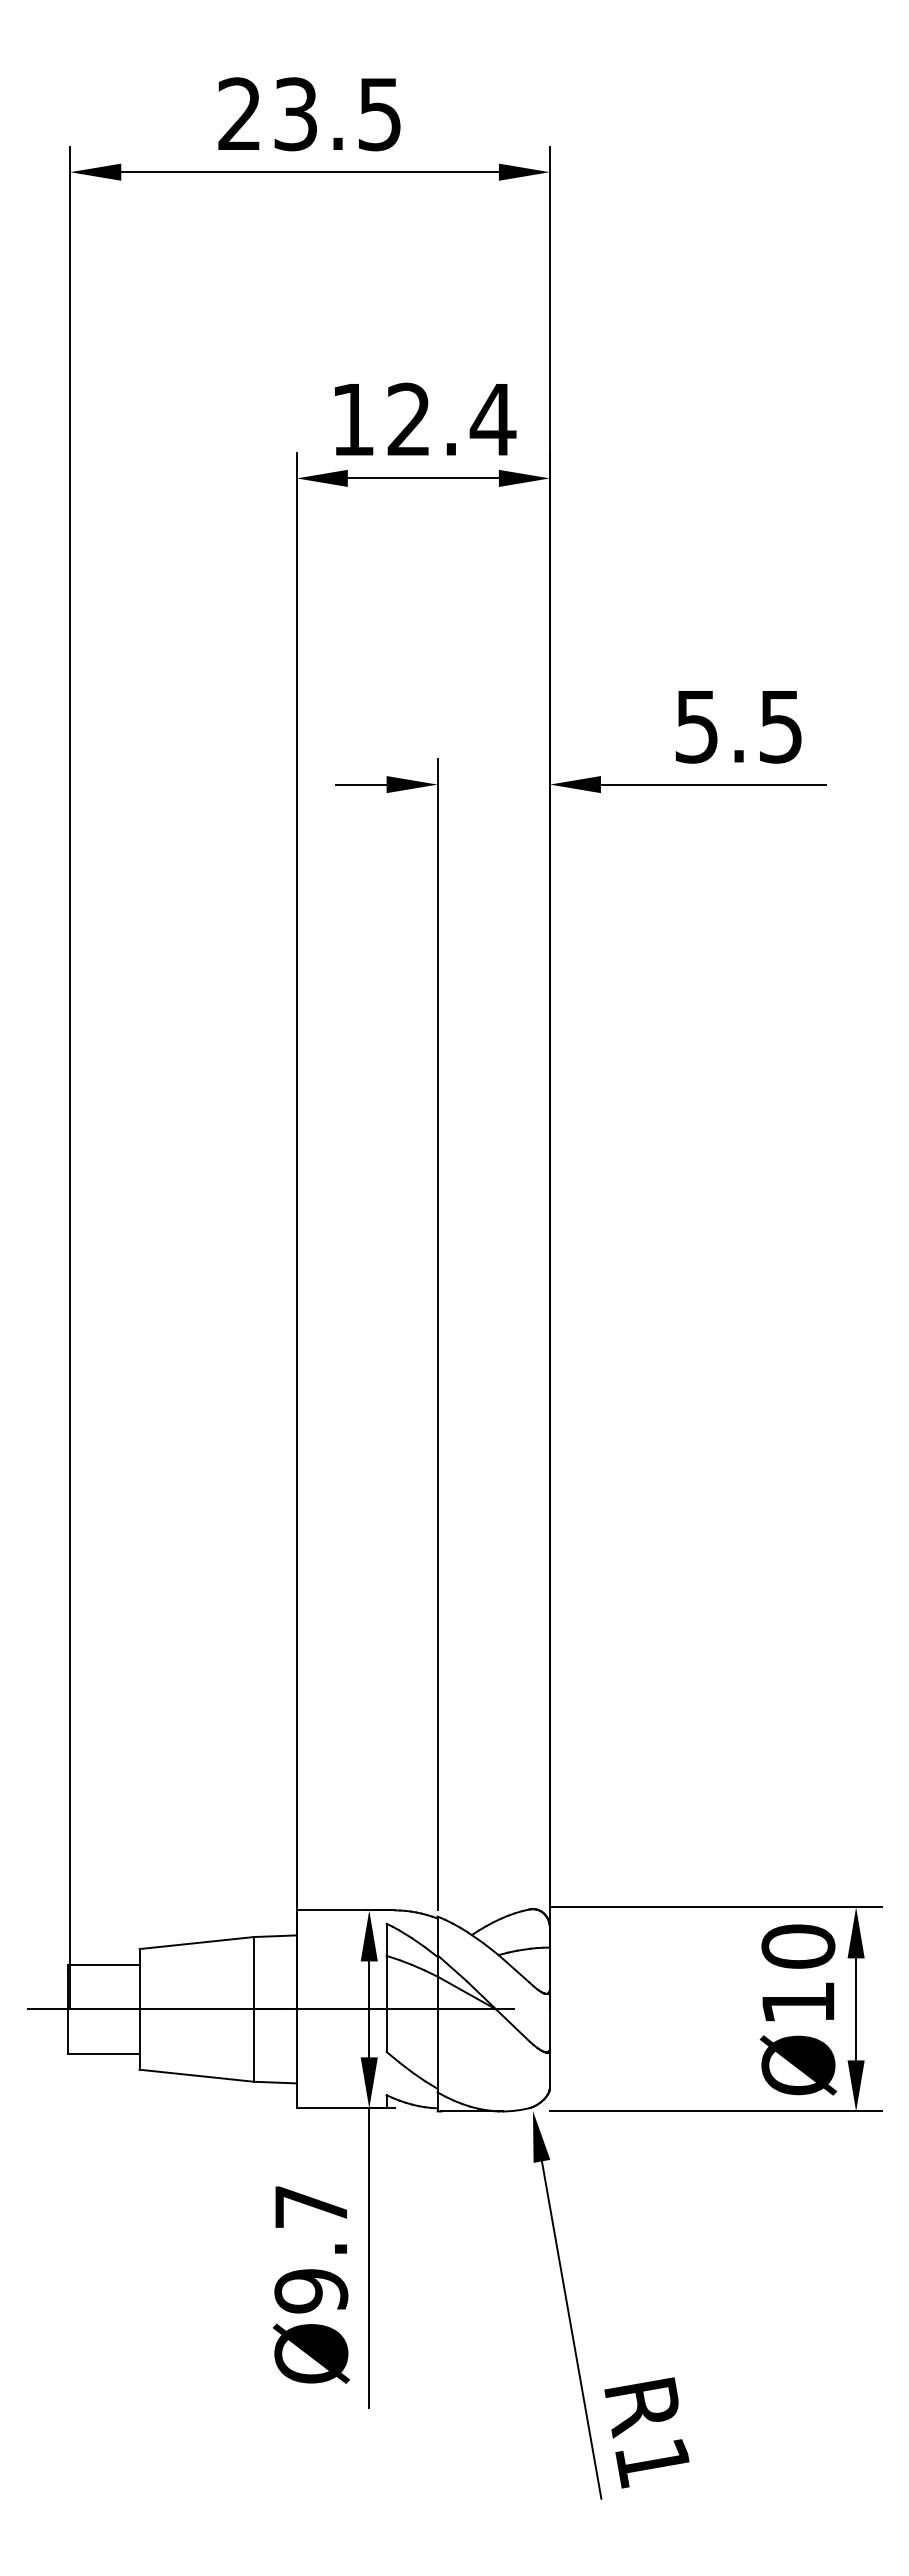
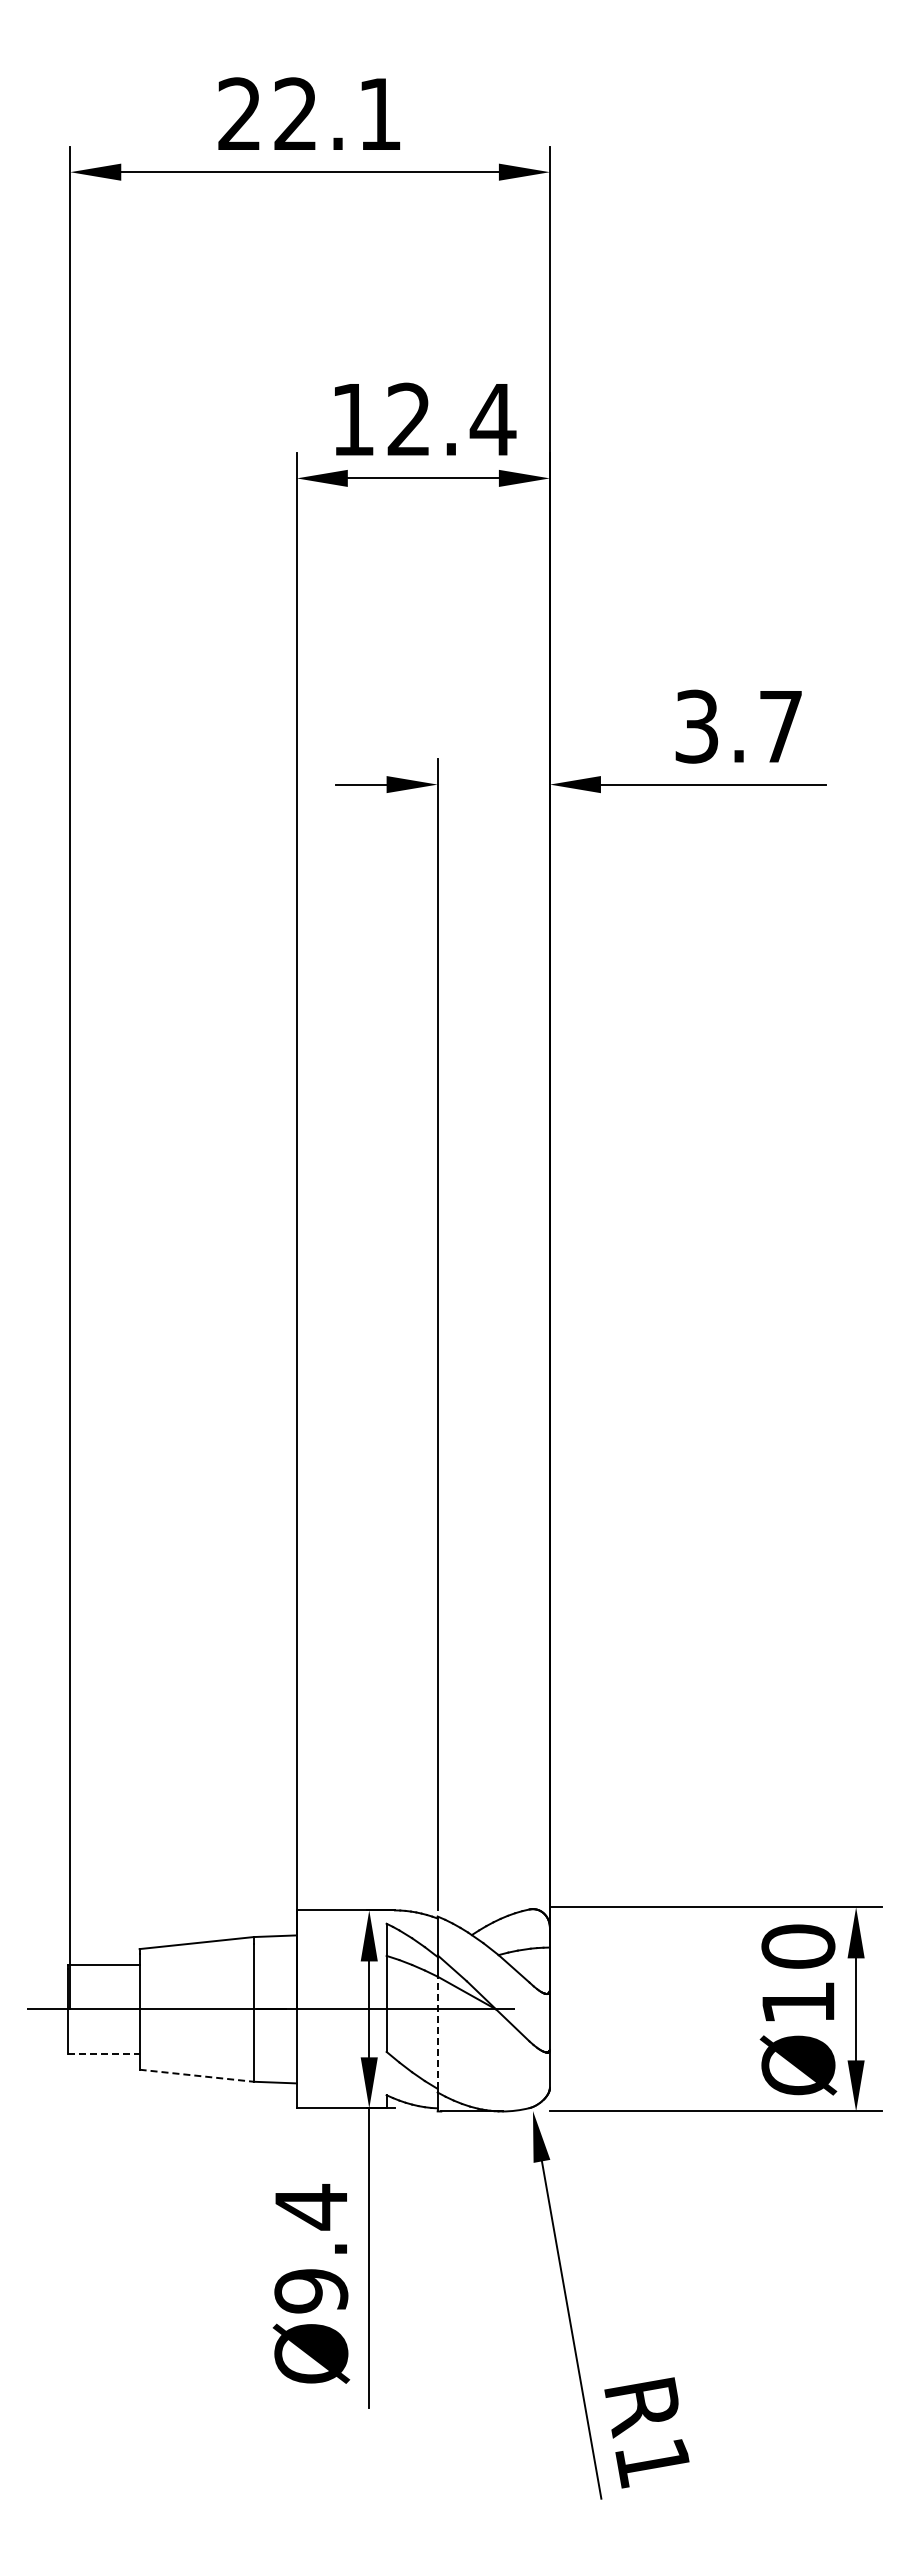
text at (337, 114): 23.5 -> 22.1
text at (738, 726): 5.5 -> 3.7
line at (437, 2032): solid -> dashed
line at (103, 2054): solid -> dashed
line at (197, 2075): solid -> dashed
text at (310, 2207): Ø9.7 -> Ø9.4
